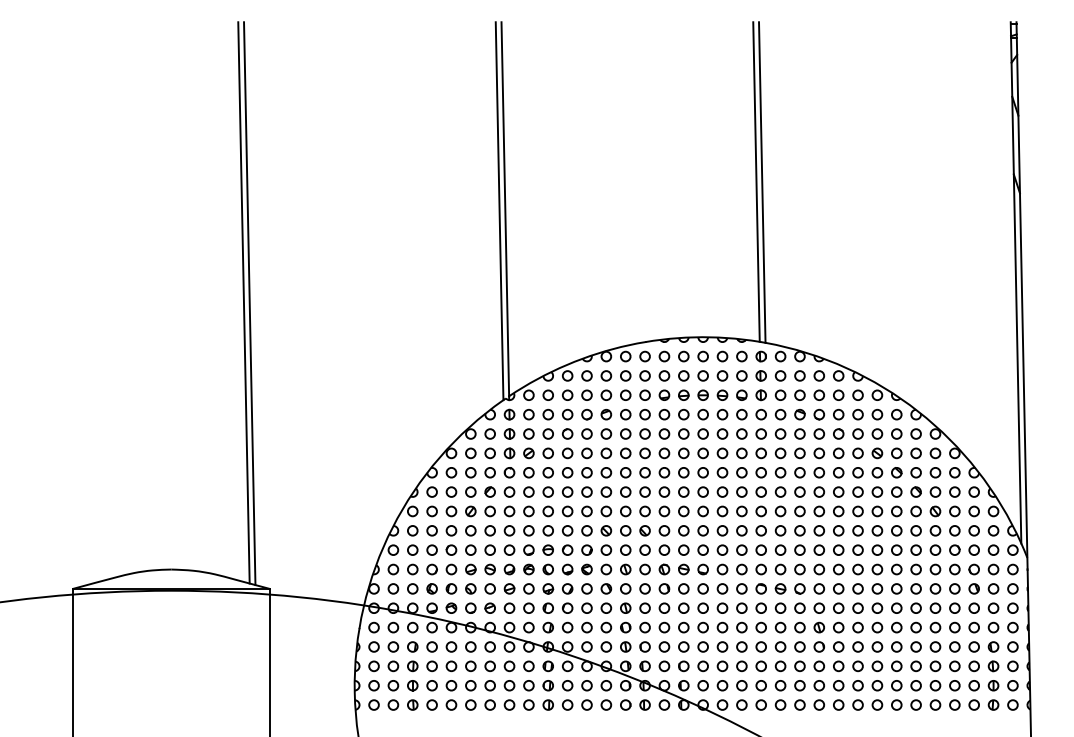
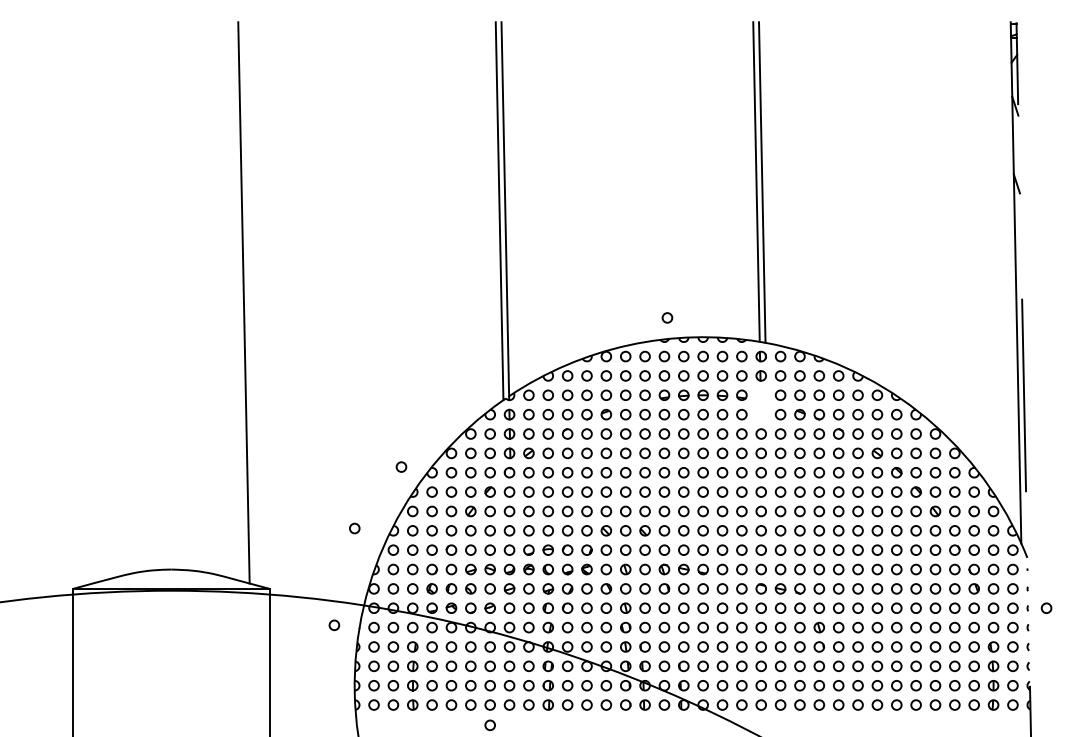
line at (249, 303): present -> none
circle at (667, 317): none -> present
line at (1023, 379): solid -> dashed
part at (760, 404): present -> none
circle at (401, 466): none -> present
circle at (354, 528): none -> present
circle at (1046, 607): none -> present
circle at (334, 625): none -> present
circle at (489, 725): none -> present
